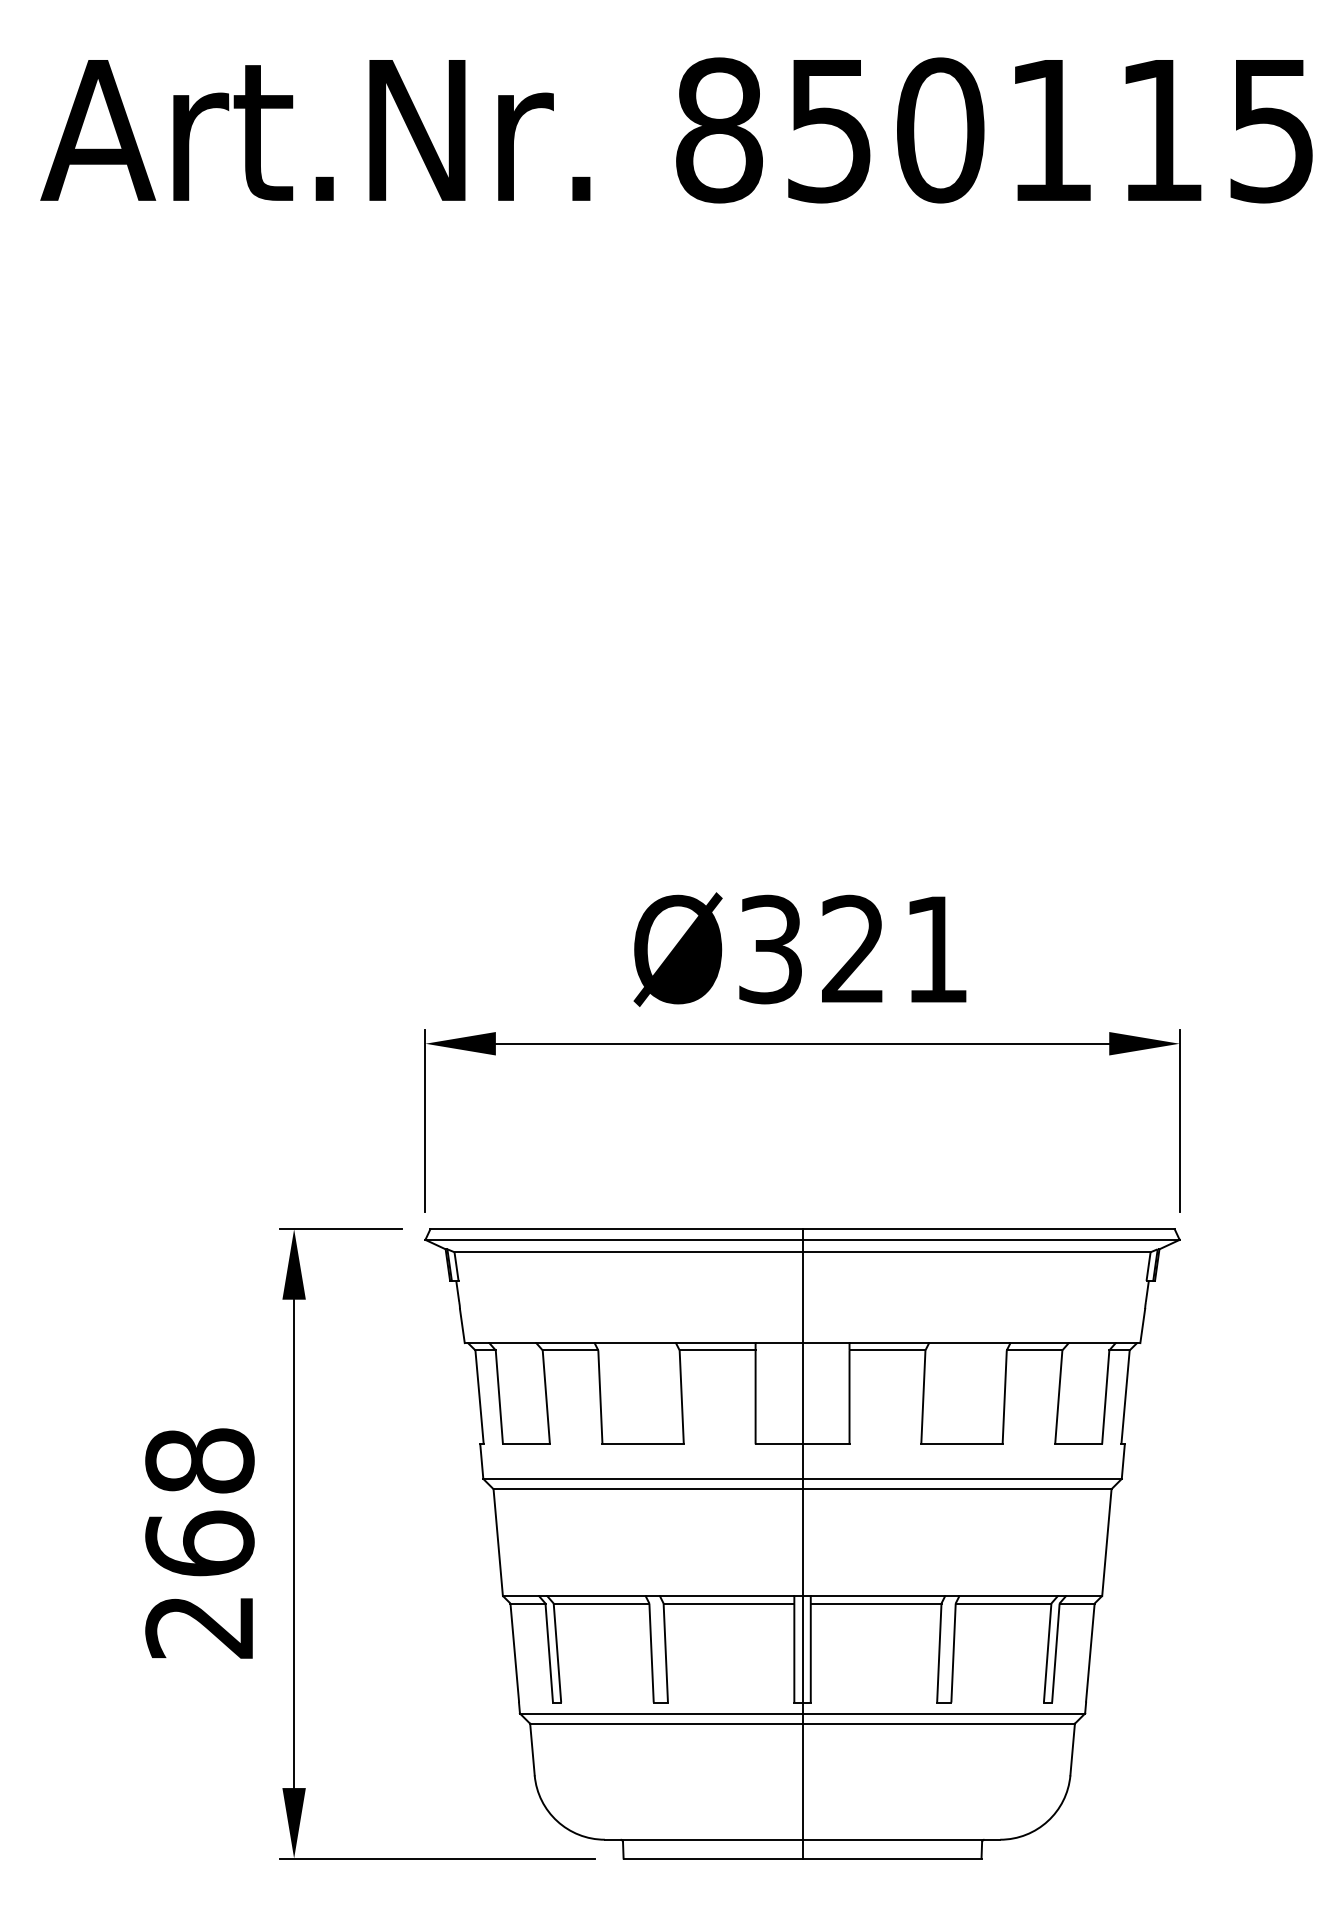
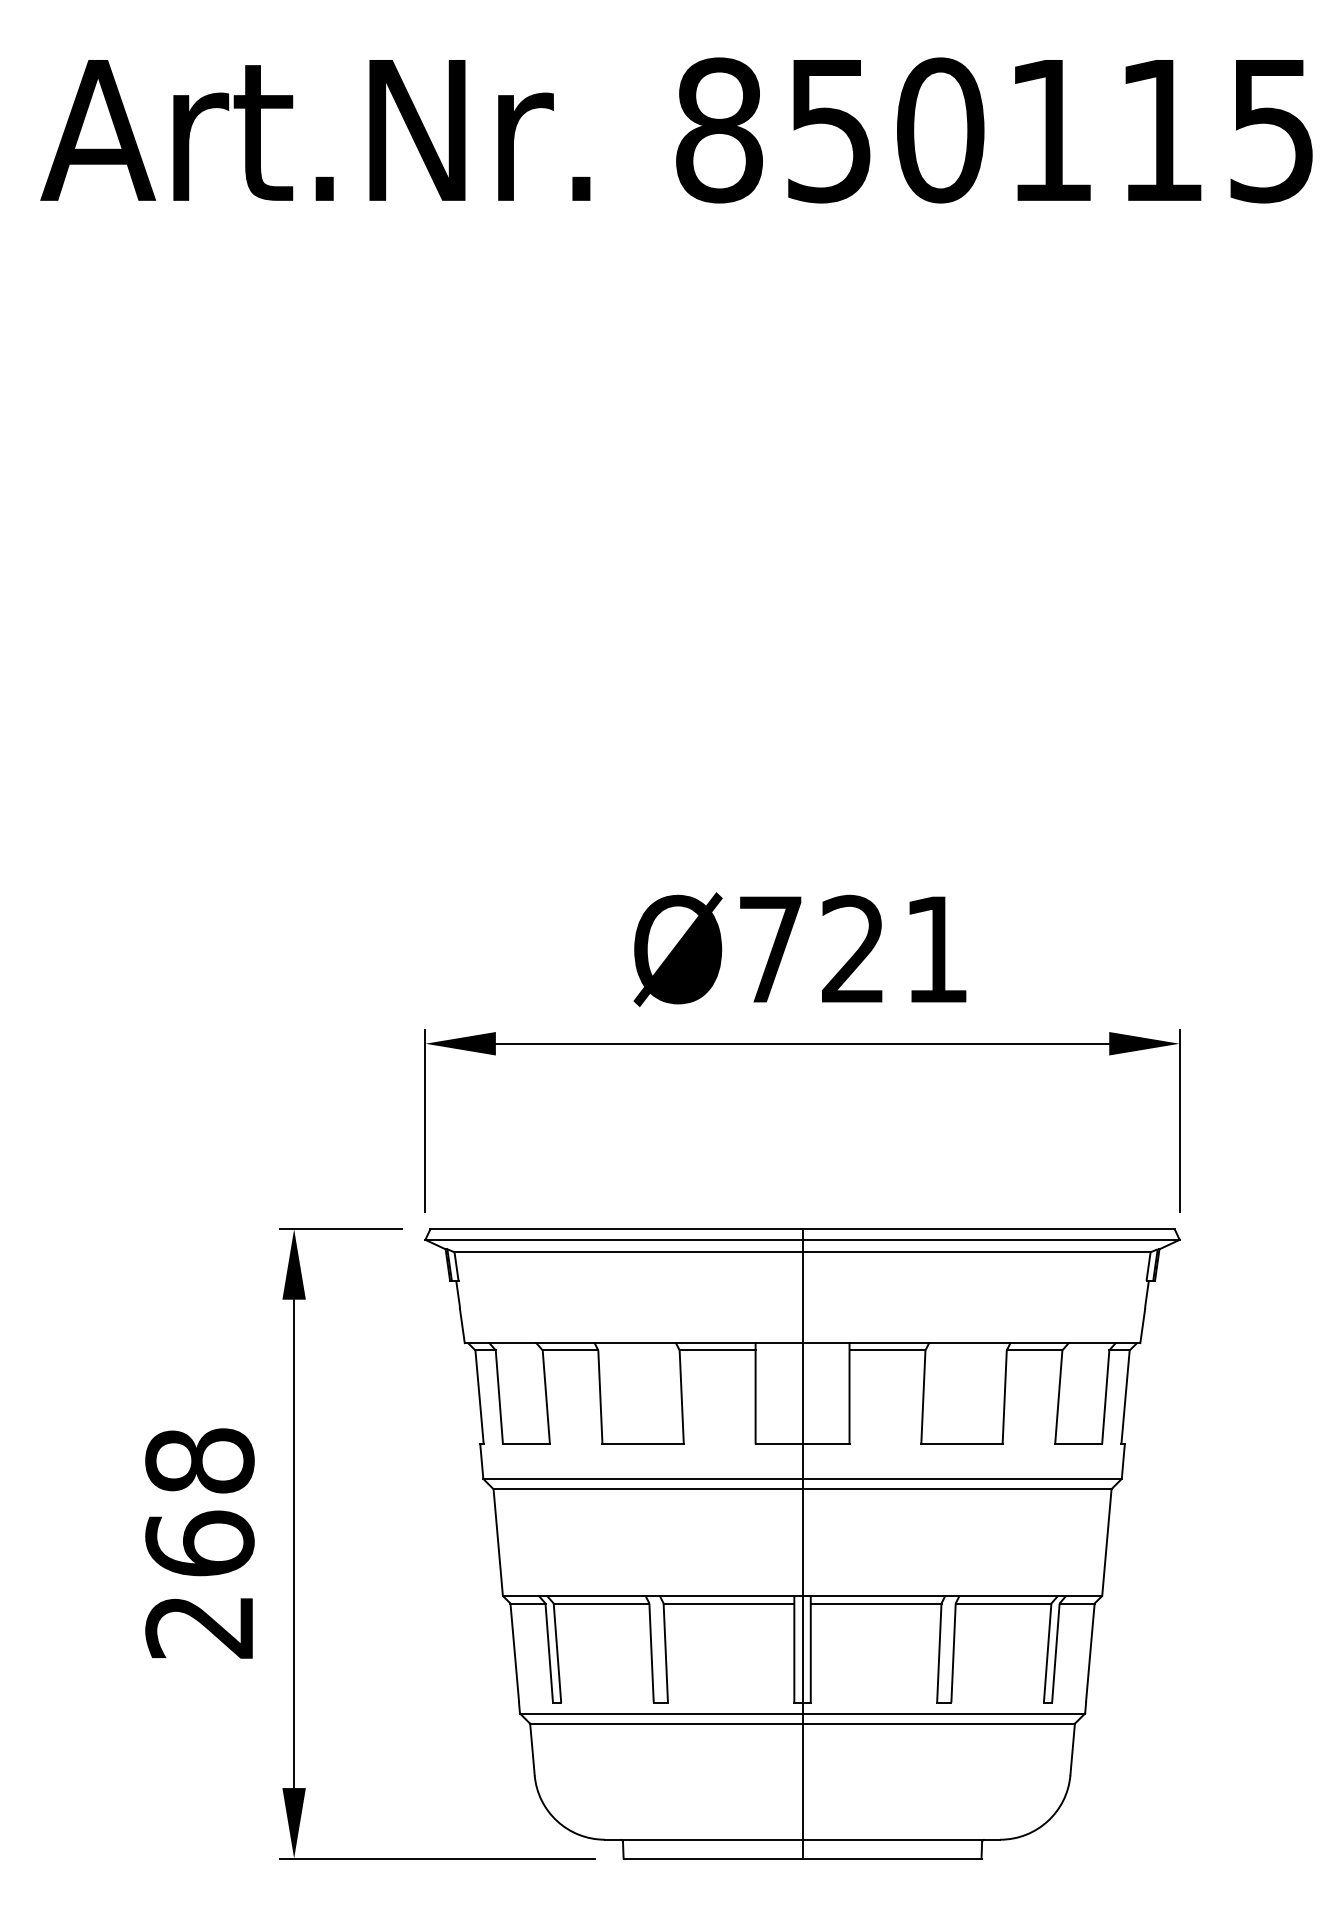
text at (770, 949): Ø321 -> Ø721
